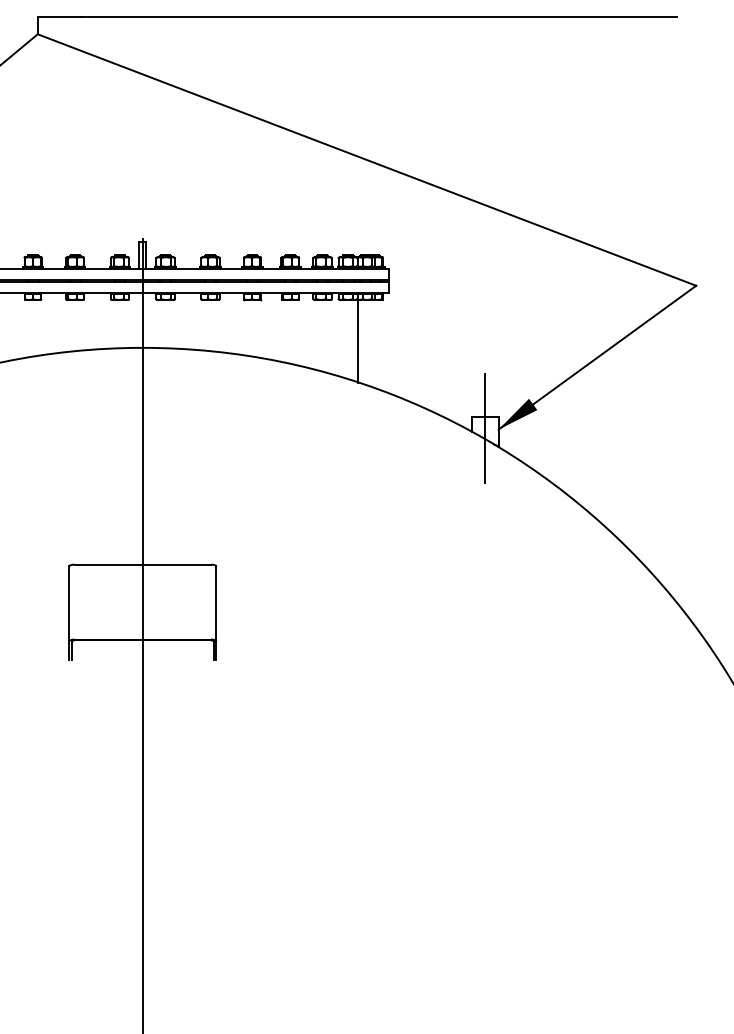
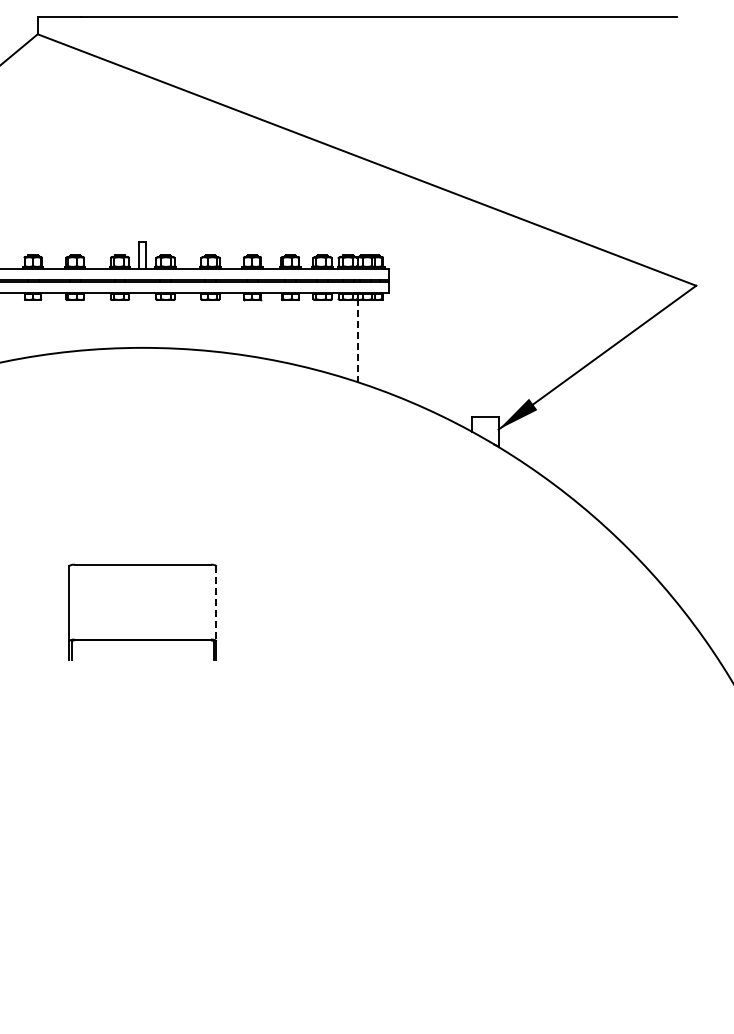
line at (358, 340): solid -> dashed
line at (485, 428): present -> none
line at (216, 604): solid -> dashed
line at (142, 634): present -> none
